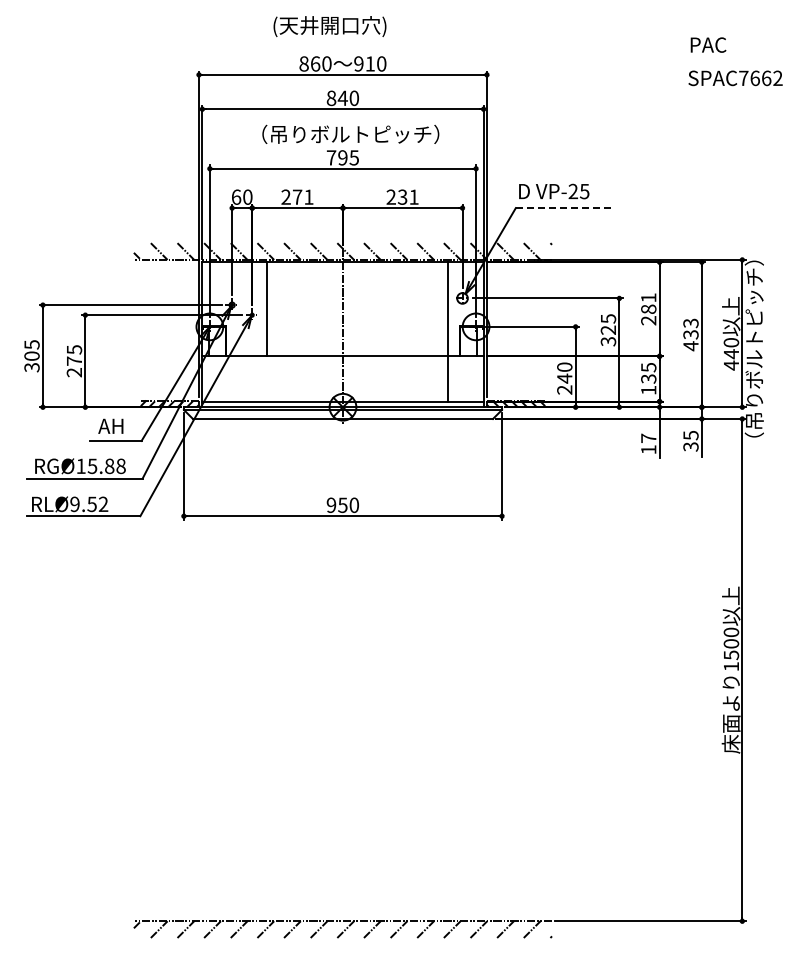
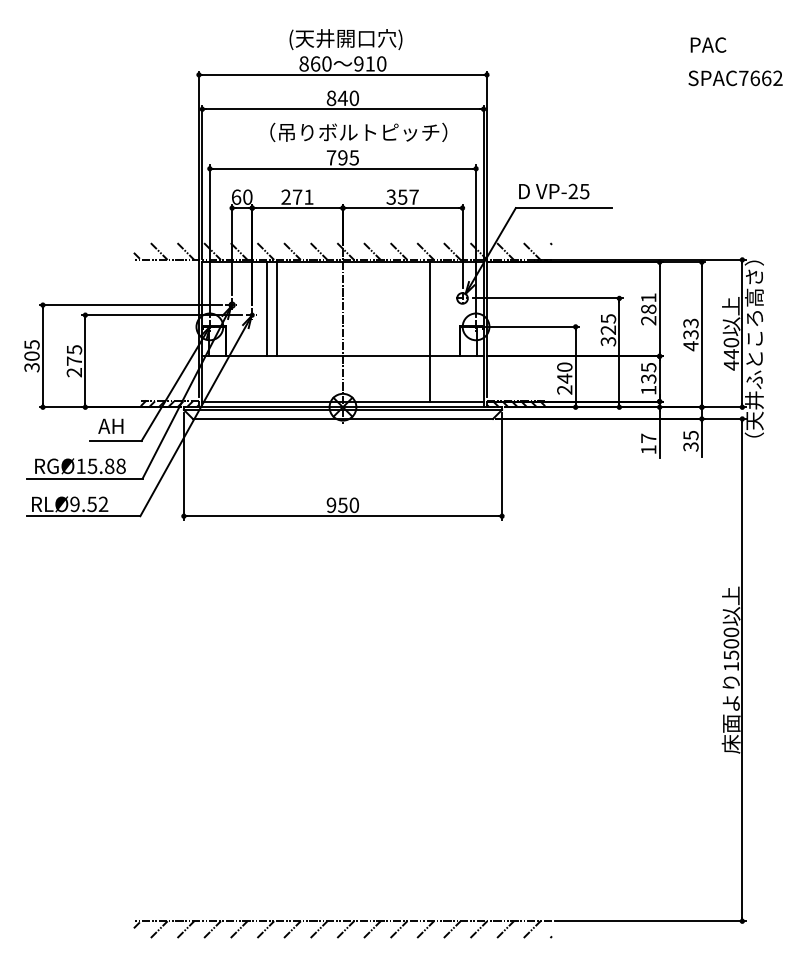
text at (329, 26) position: (329, 26) -> (345, 39)
text at (350, 133) position: (350, 133) -> (358, 131)
text at (402, 196): 231 -> 357
line at (564, 208): dashed -> solid
line at (276, 309): none -> present
line at (448, 331) position: (448, 331) -> (430, 331)
text at (754, 349): （吊りボルトピッチ） -> （天井ふところ高さ）
